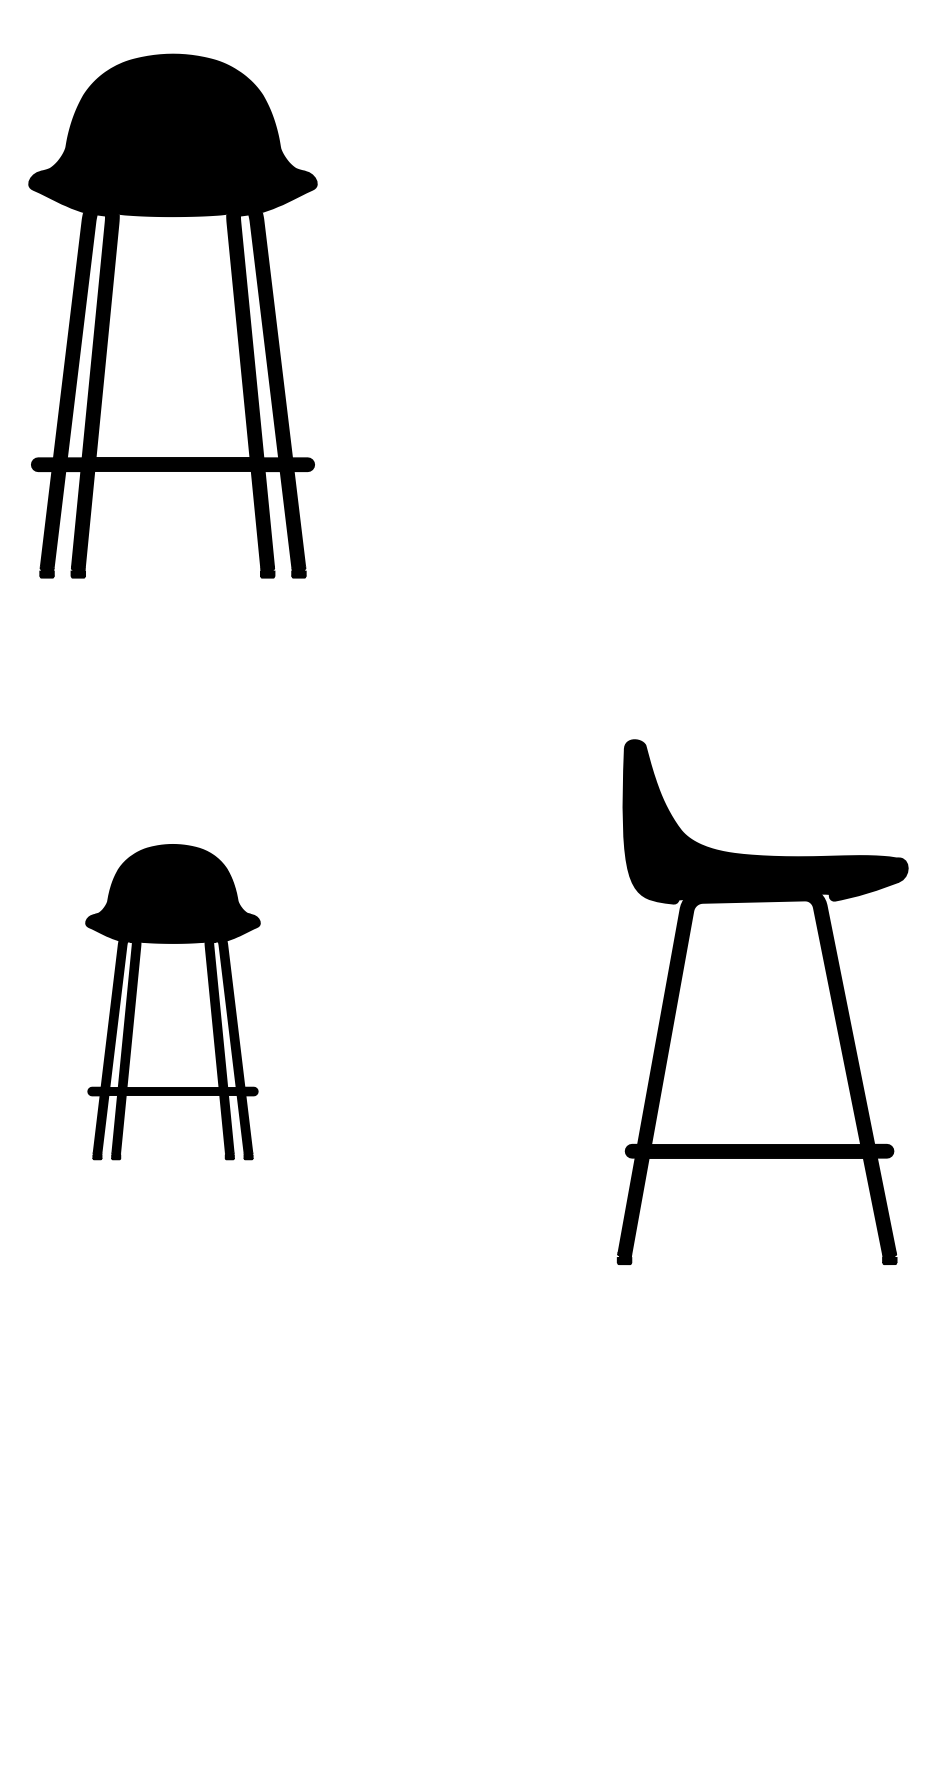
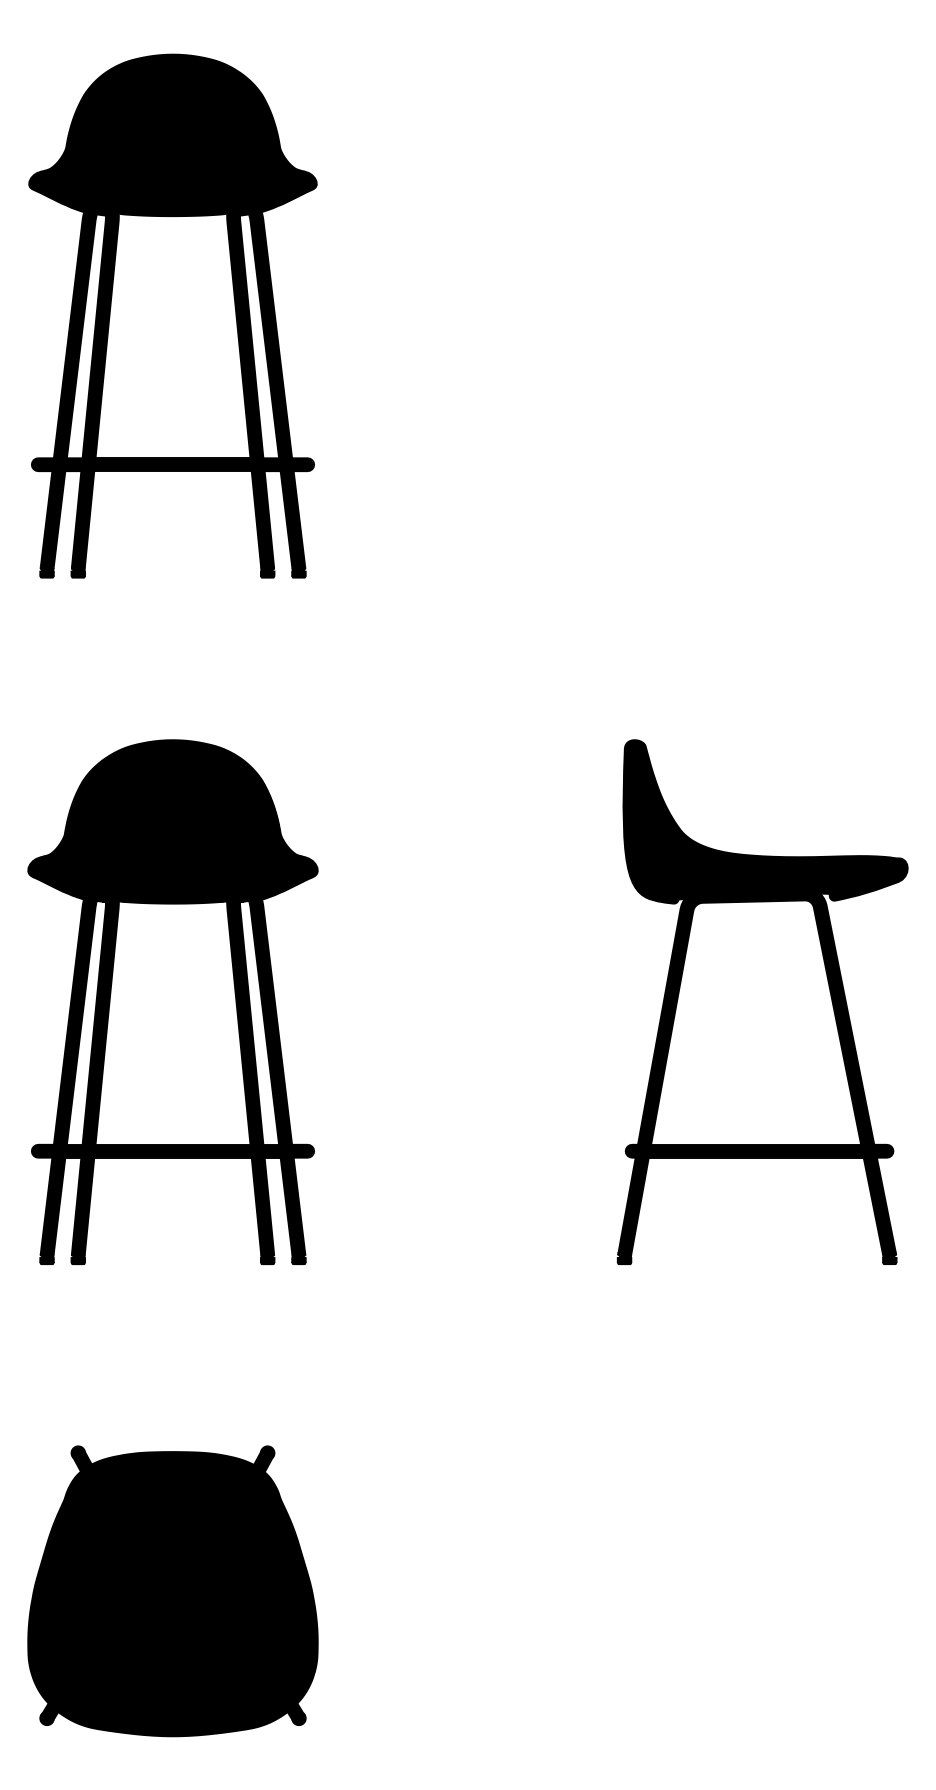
part at (172, 1002) size: 176x317 px -> 292x526 px
part at (172, 1591): none -> present
